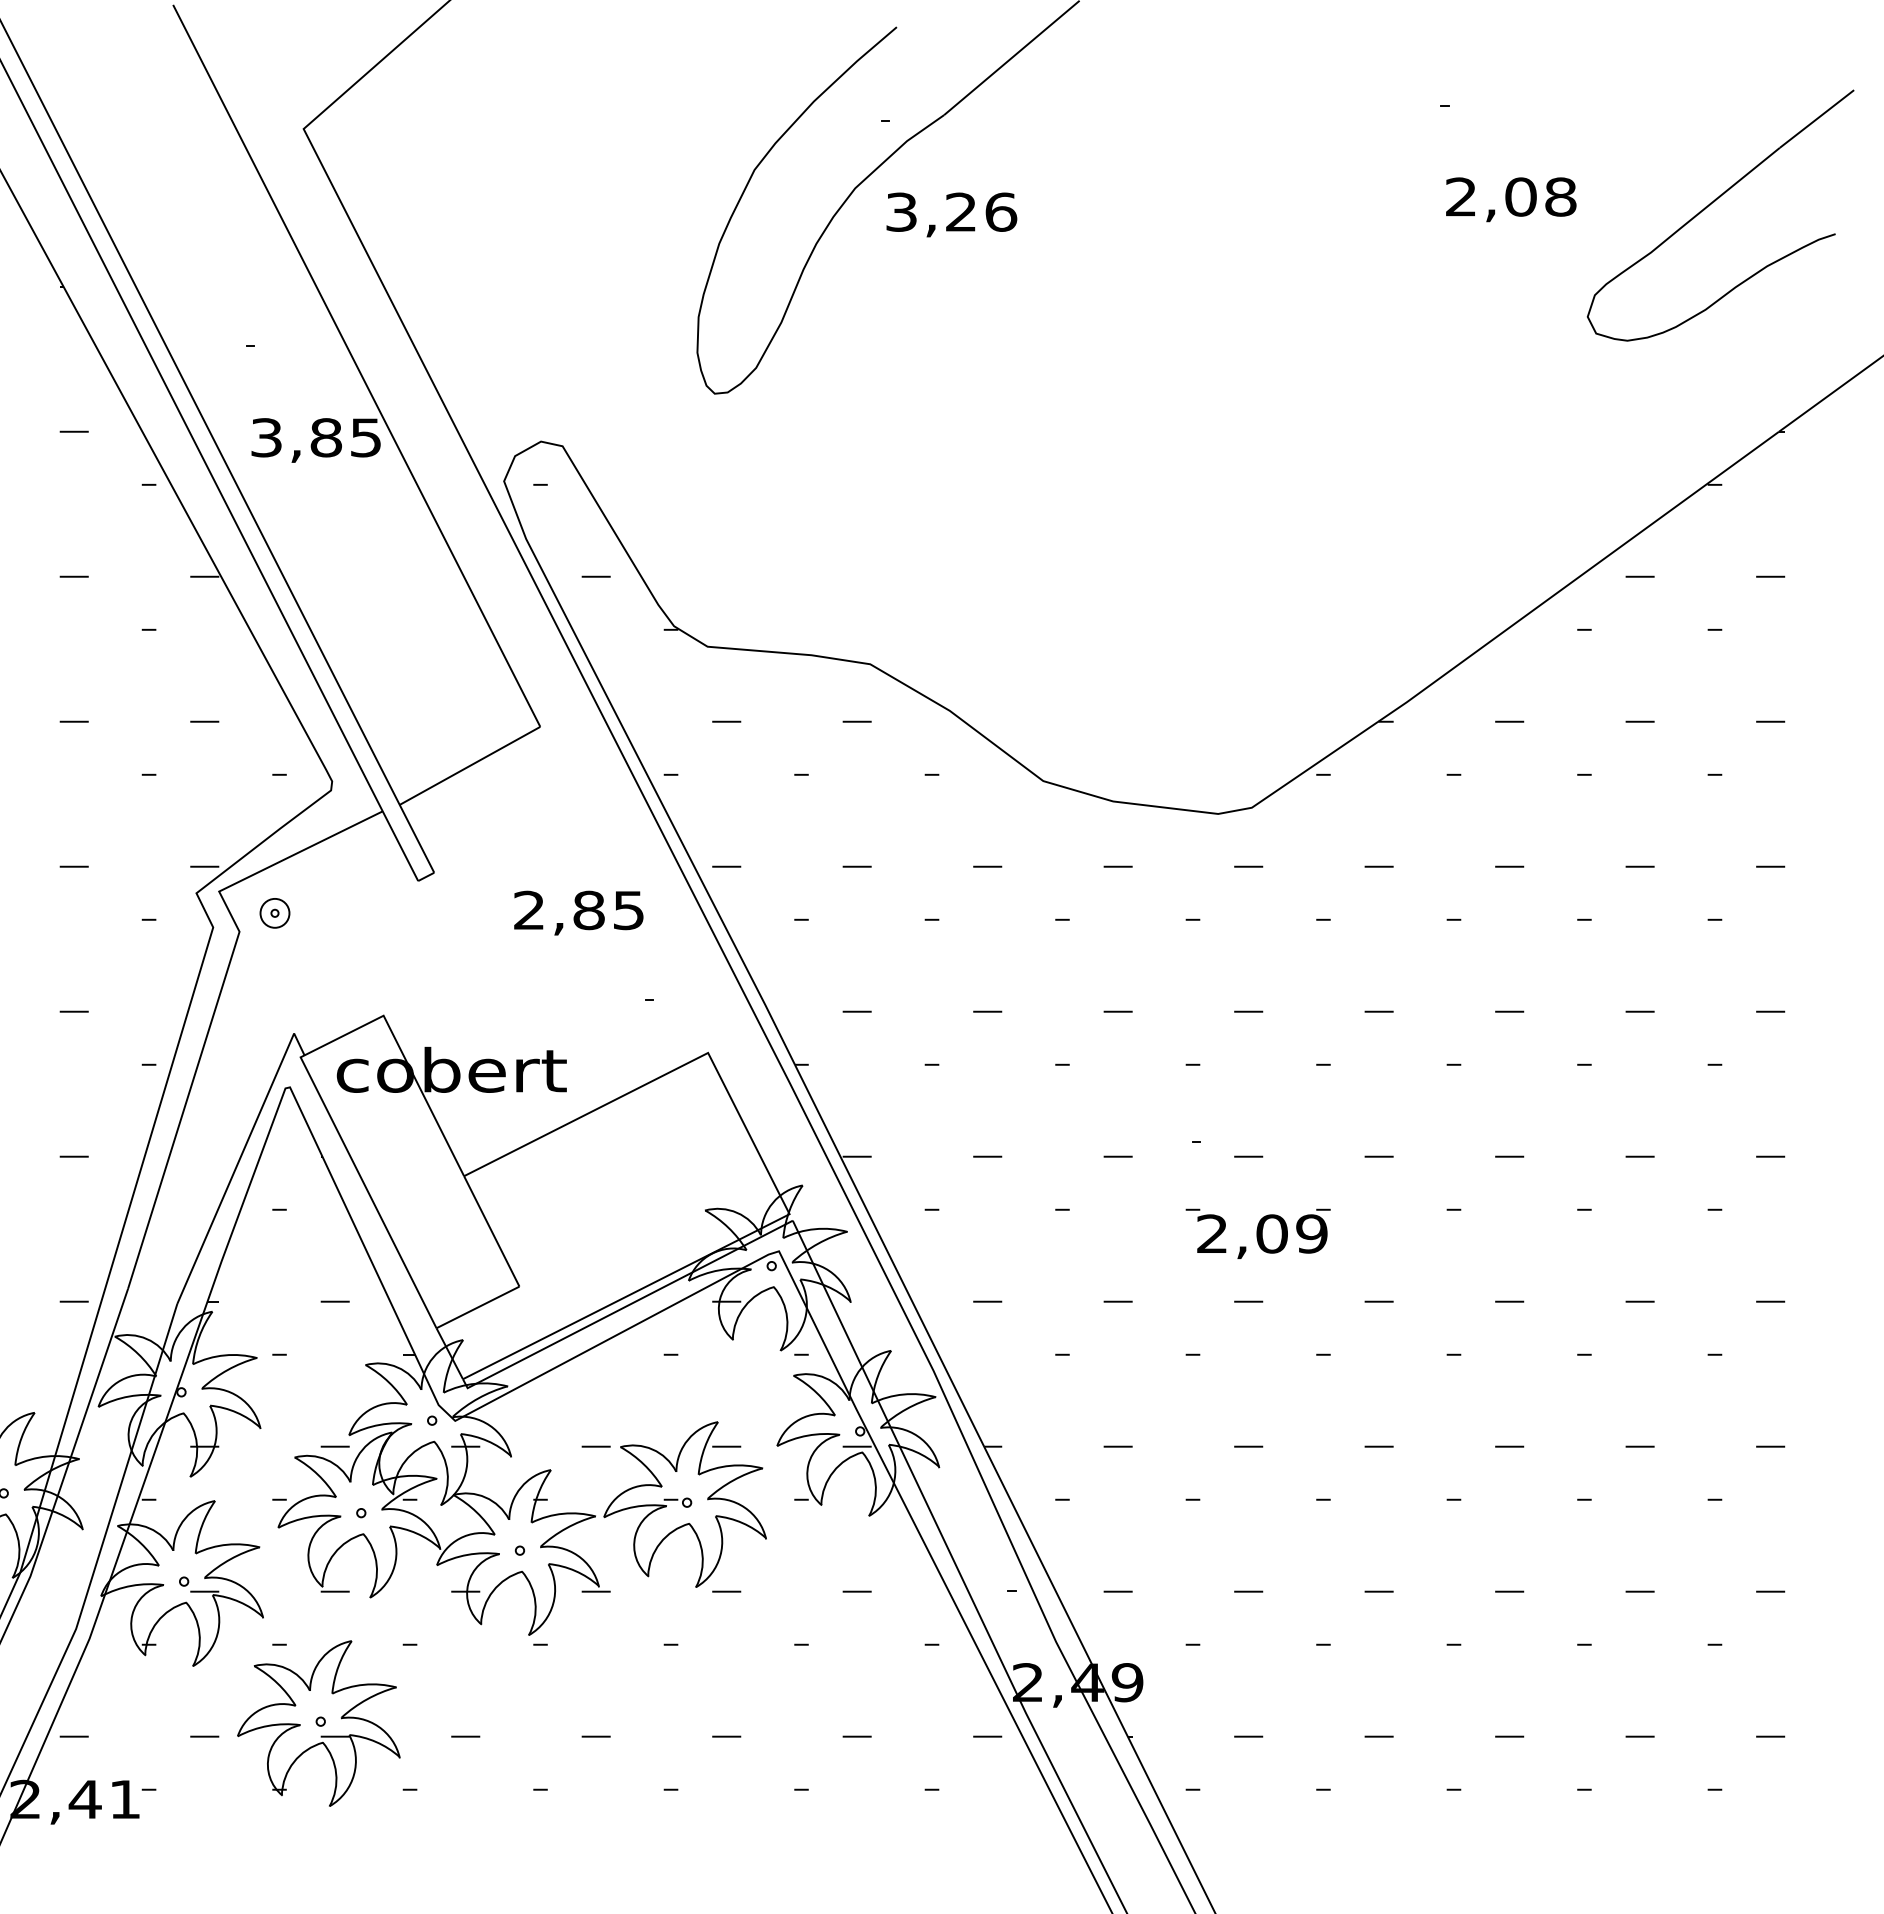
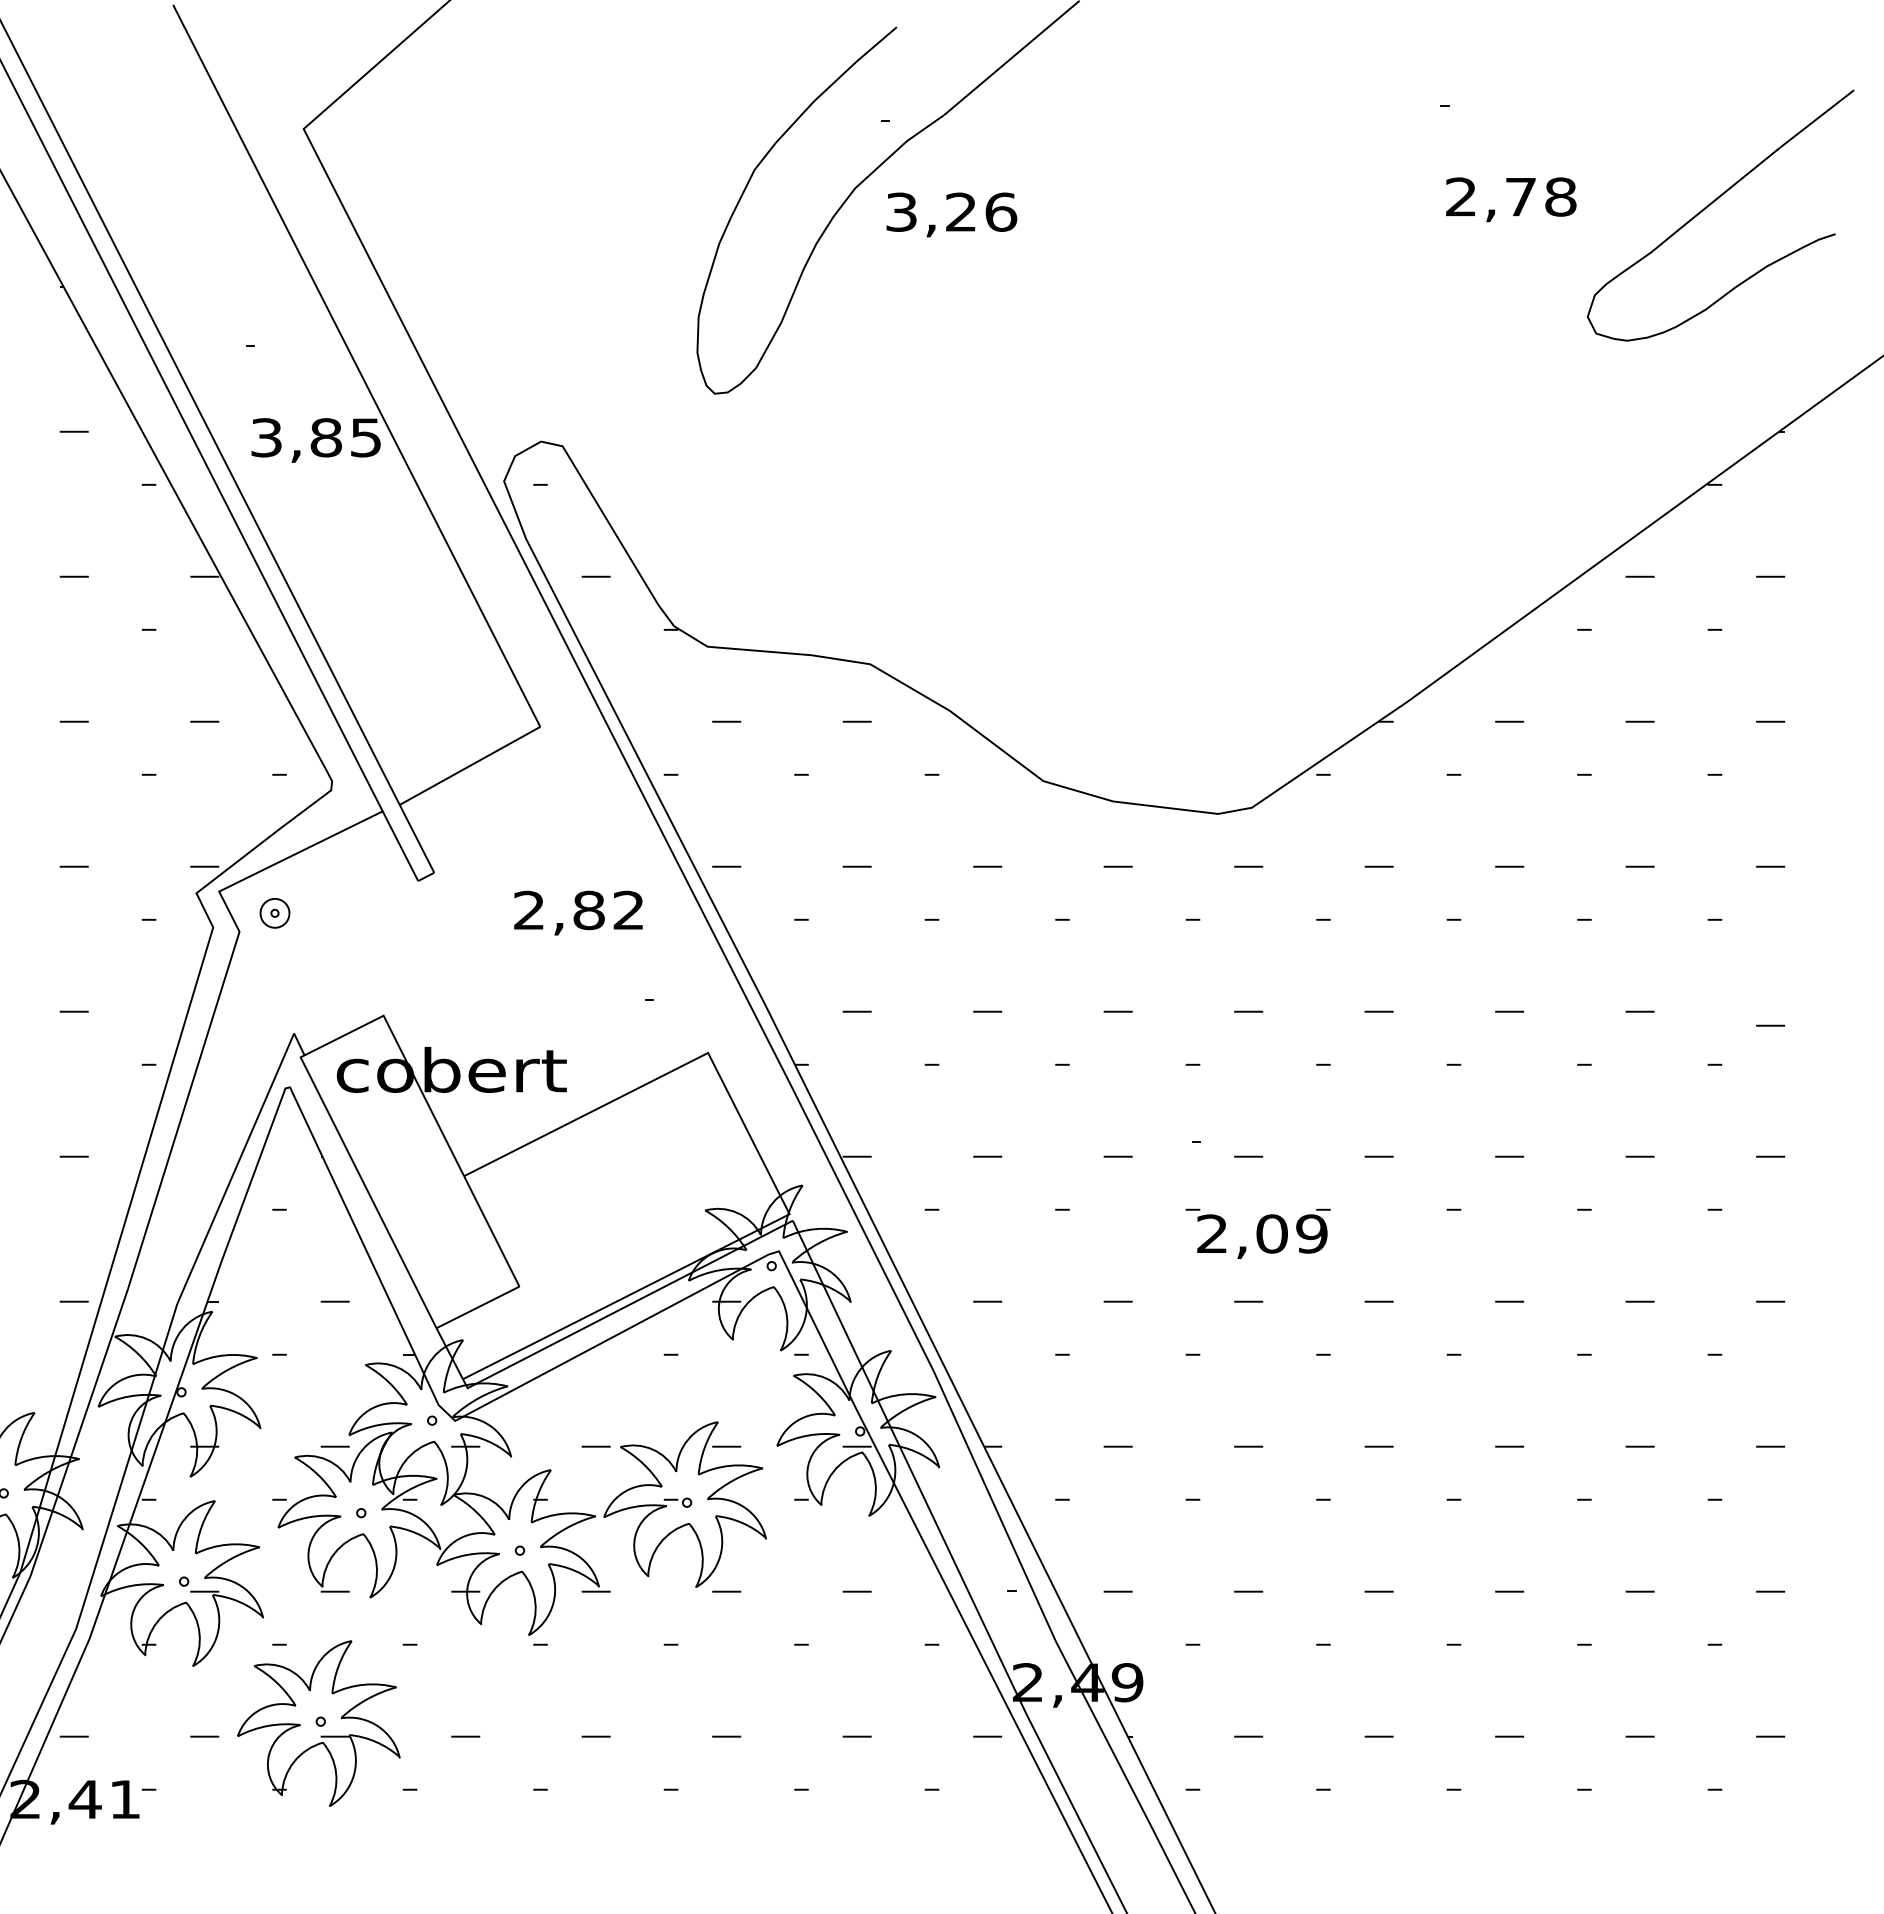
text at (1520, 196): 2,08 -> 2,78
text at (628, 910): 2,85 -> 2,82
line at (1770, 1011) position: (1770, 1011) -> (1770, 1025)
